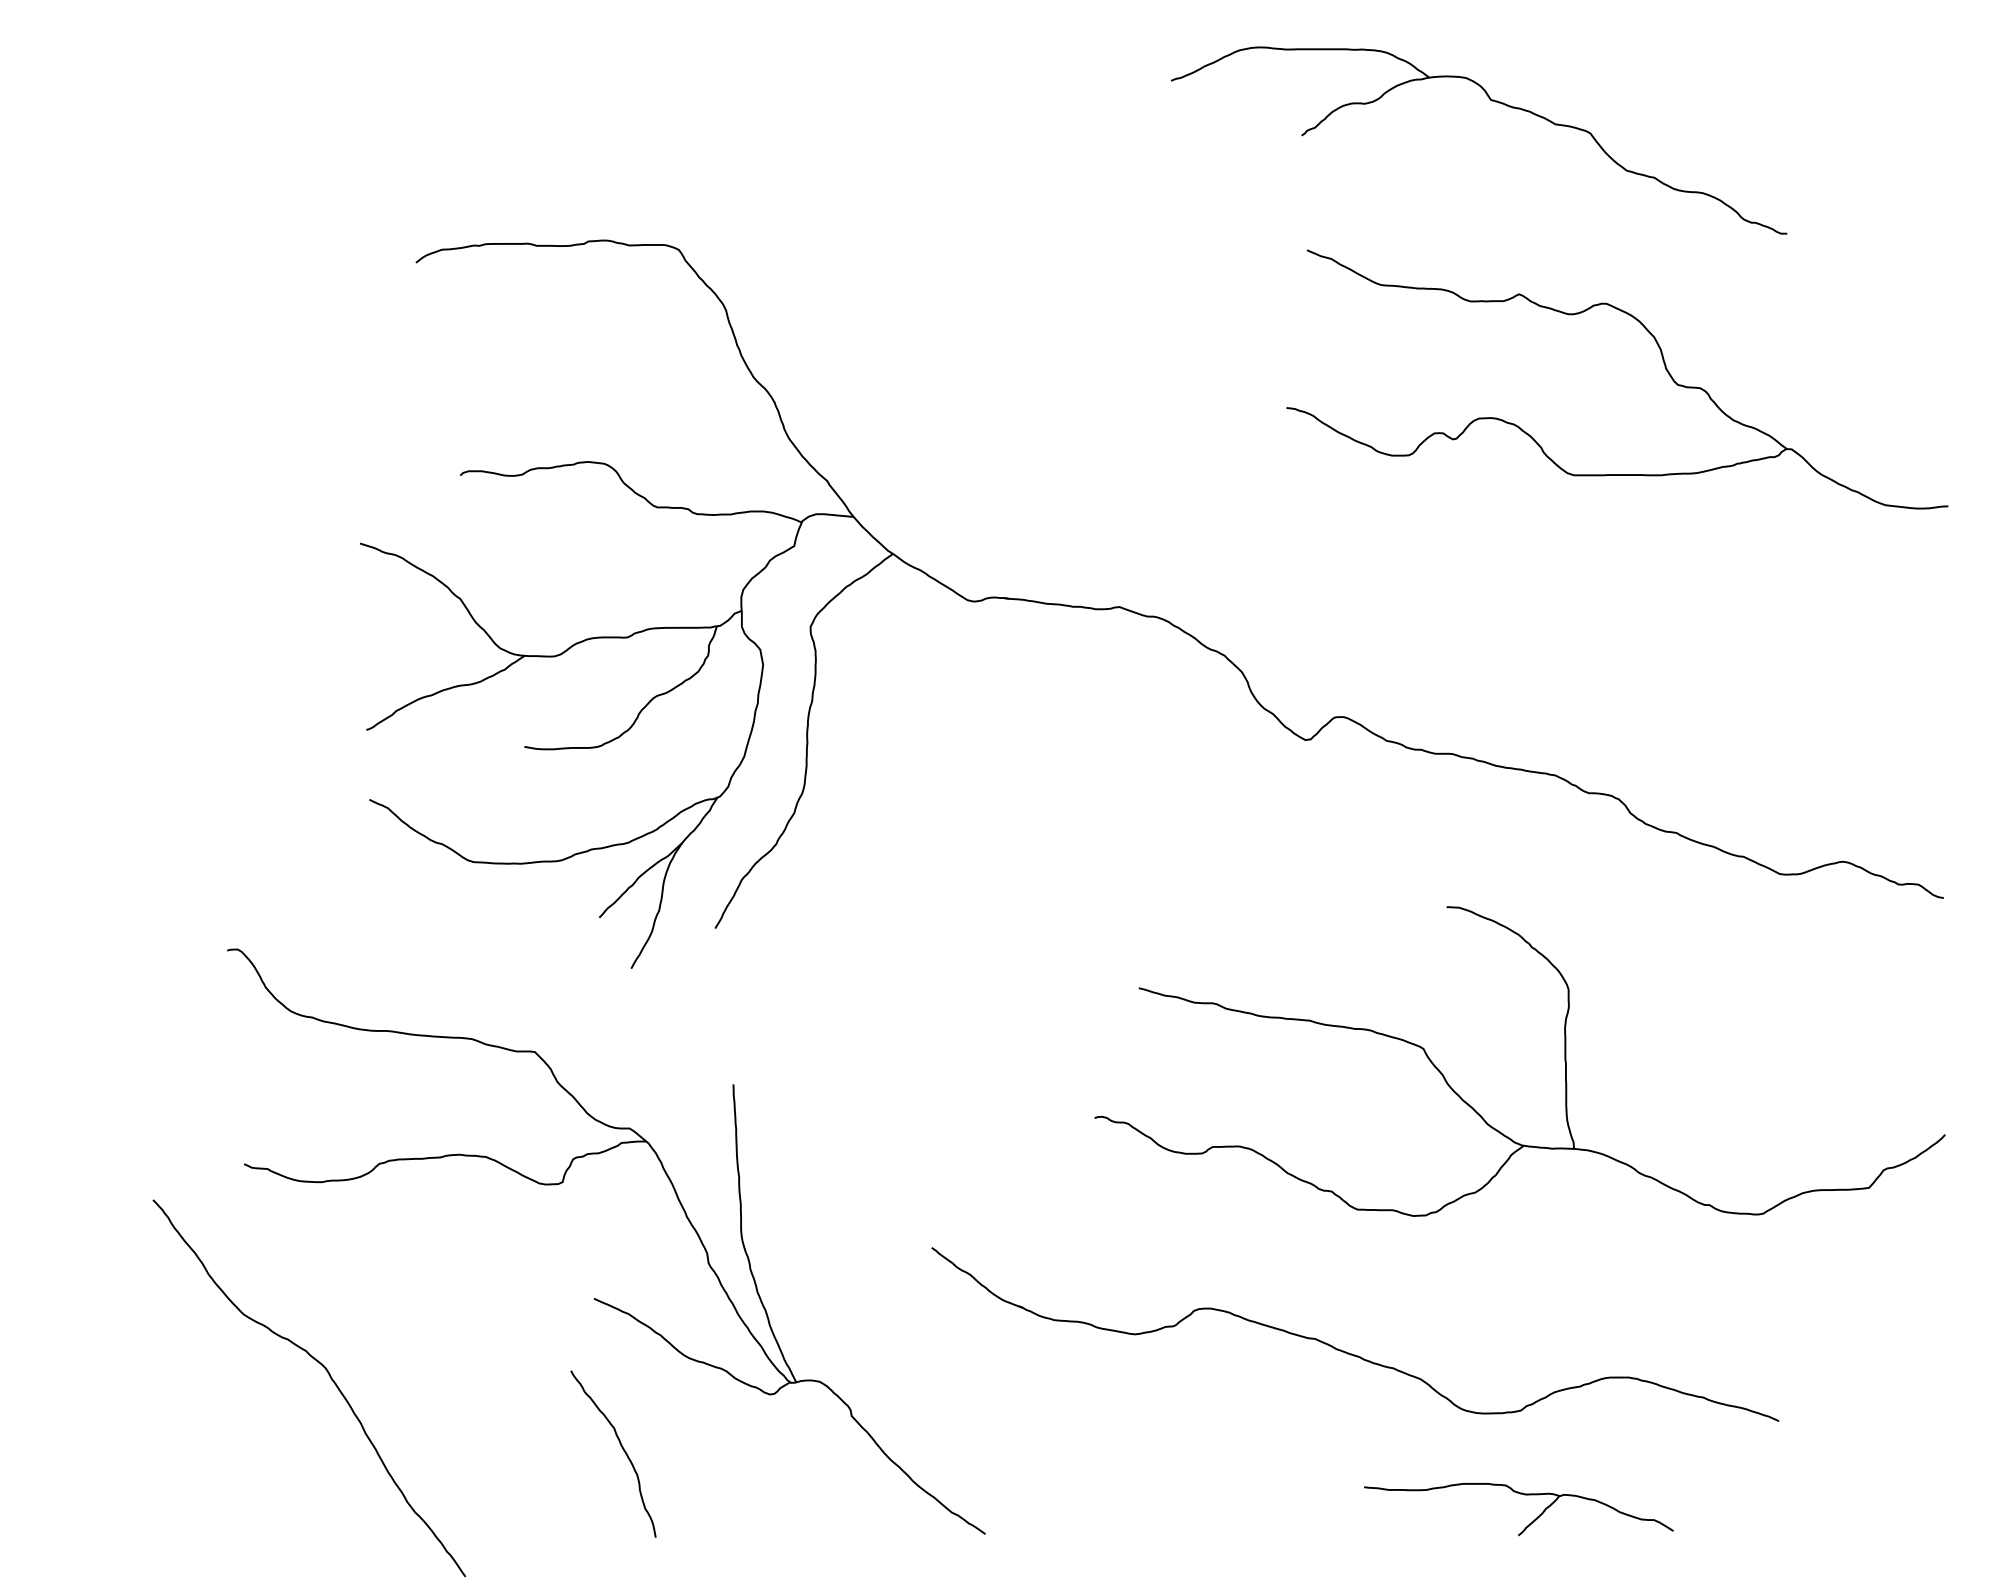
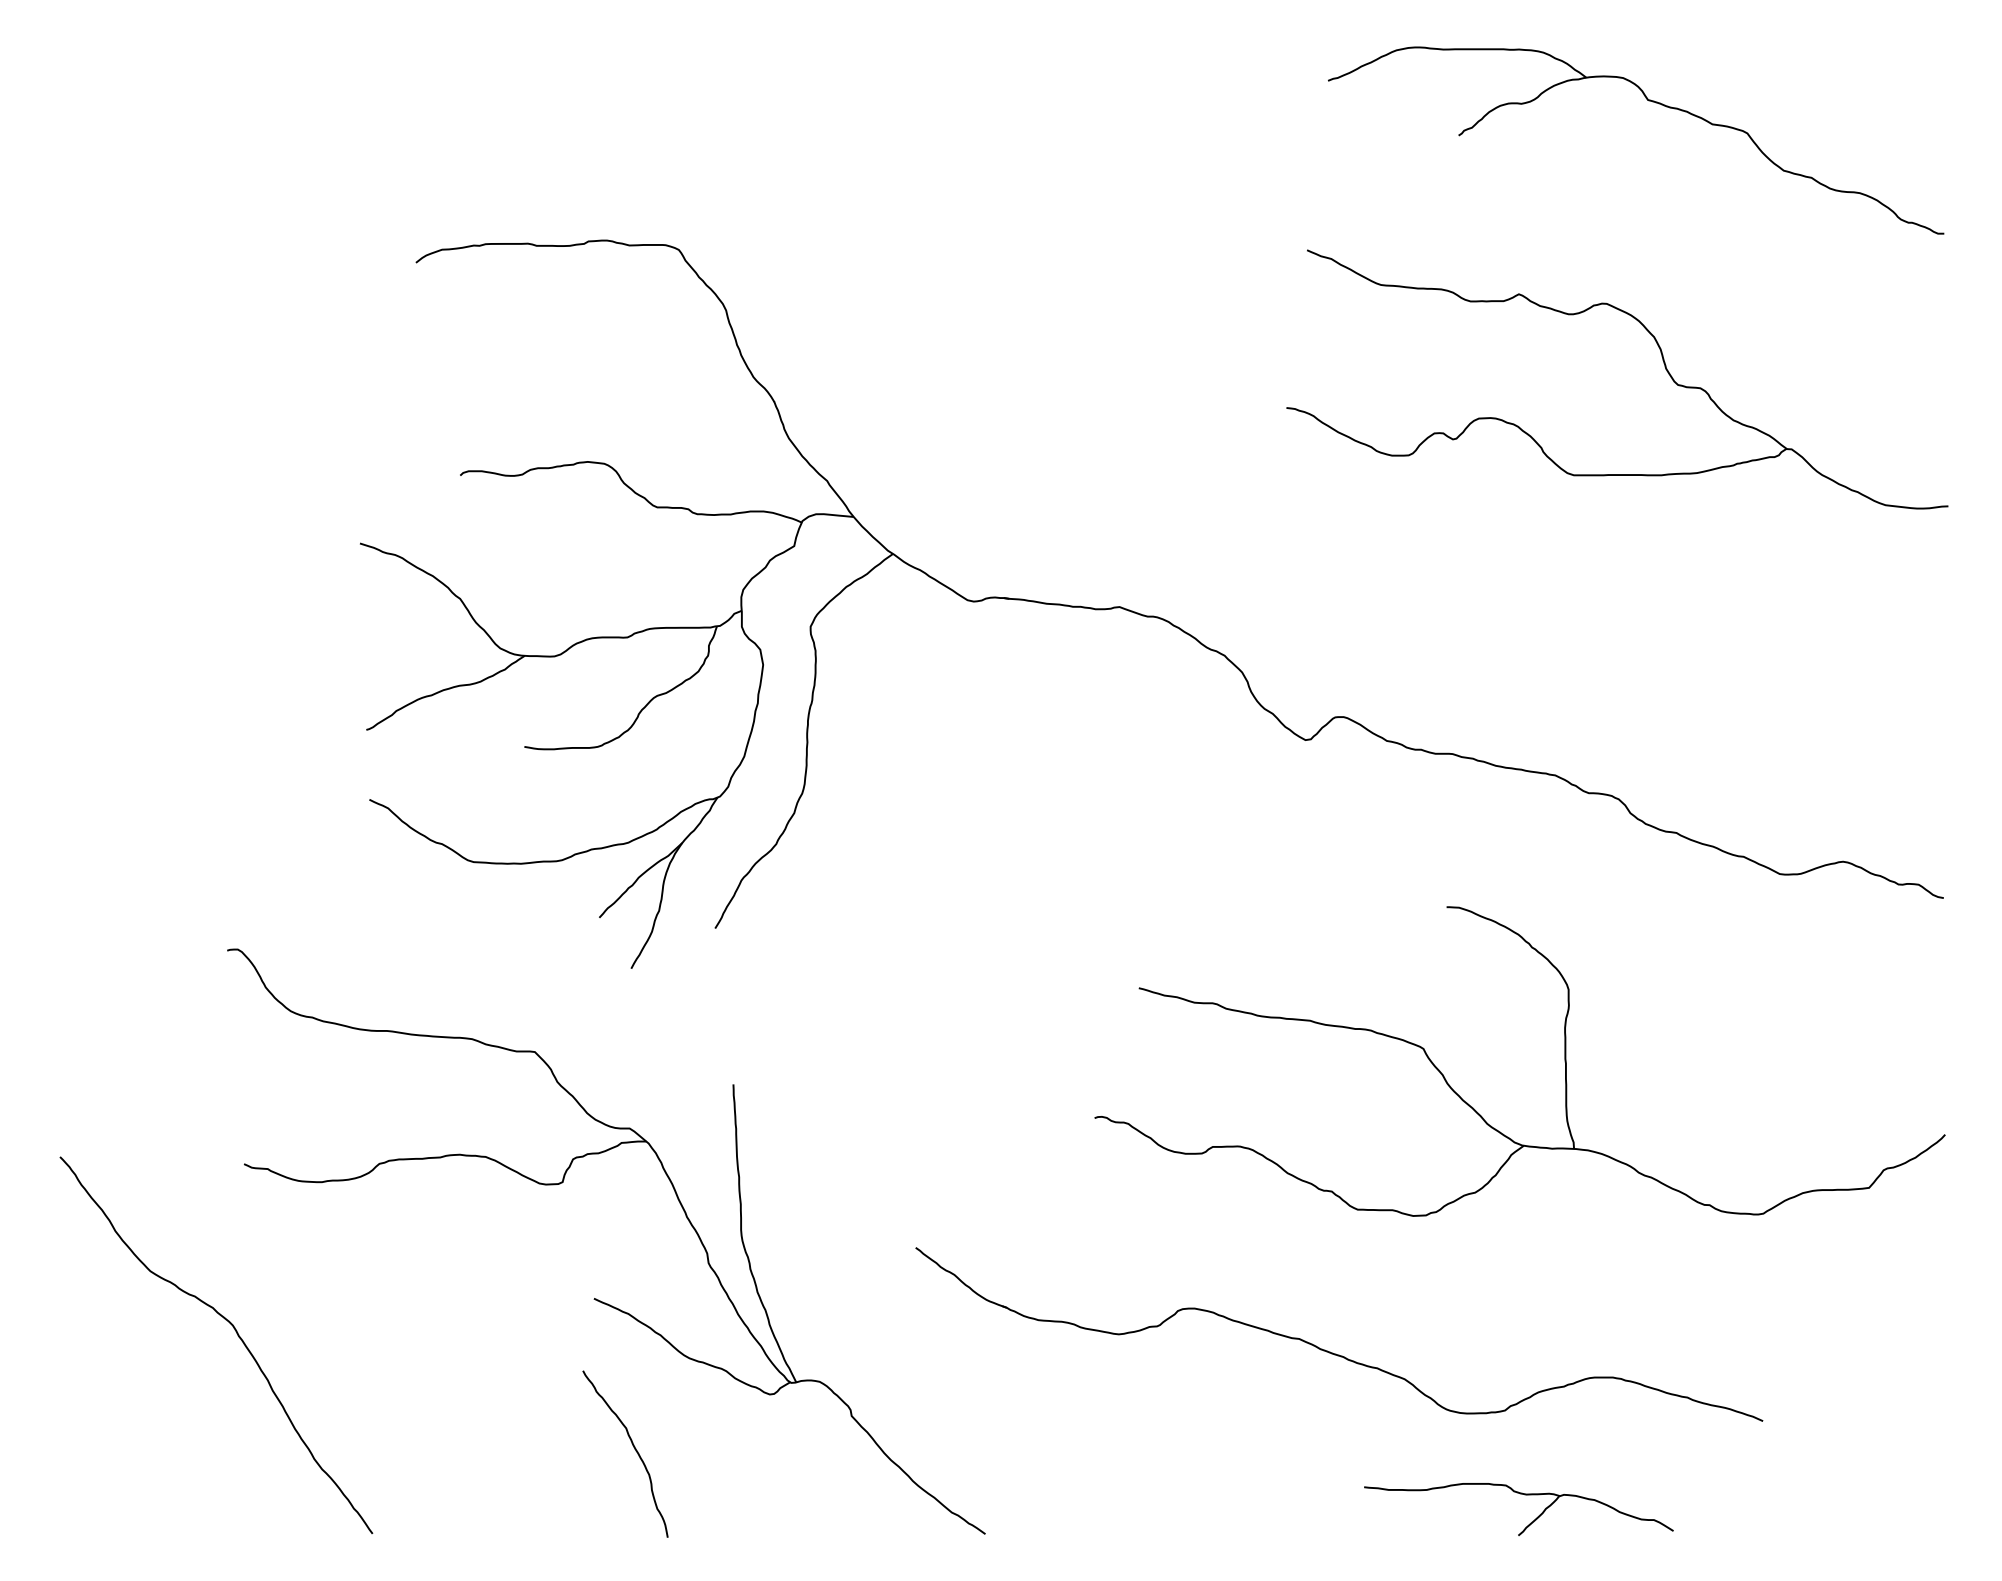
part at (1491, 101) position: (1491, 101) -> (1648, 101)
part at (1346, 1351) position: (1346, 1351) -> (1330, 1351)
curve at (327, 1373) position: (327, 1373) -> (234, 1330)
curve at (622, 1449) position: (622, 1449) -> (634, 1449)
